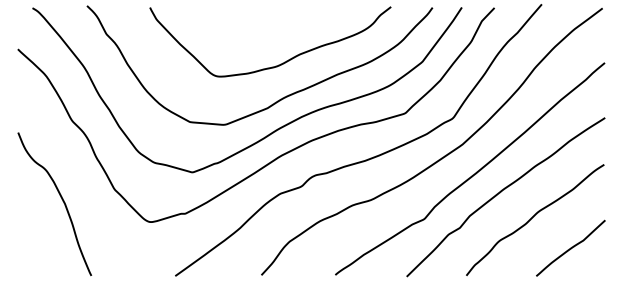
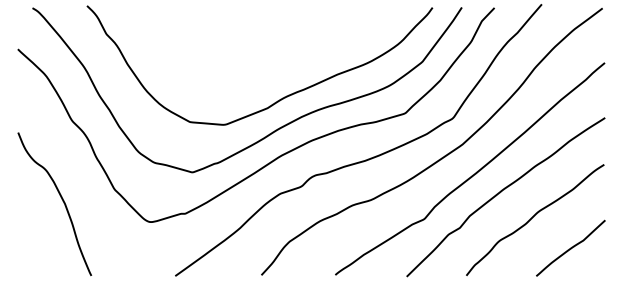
curve at (280, 63): present -> none
